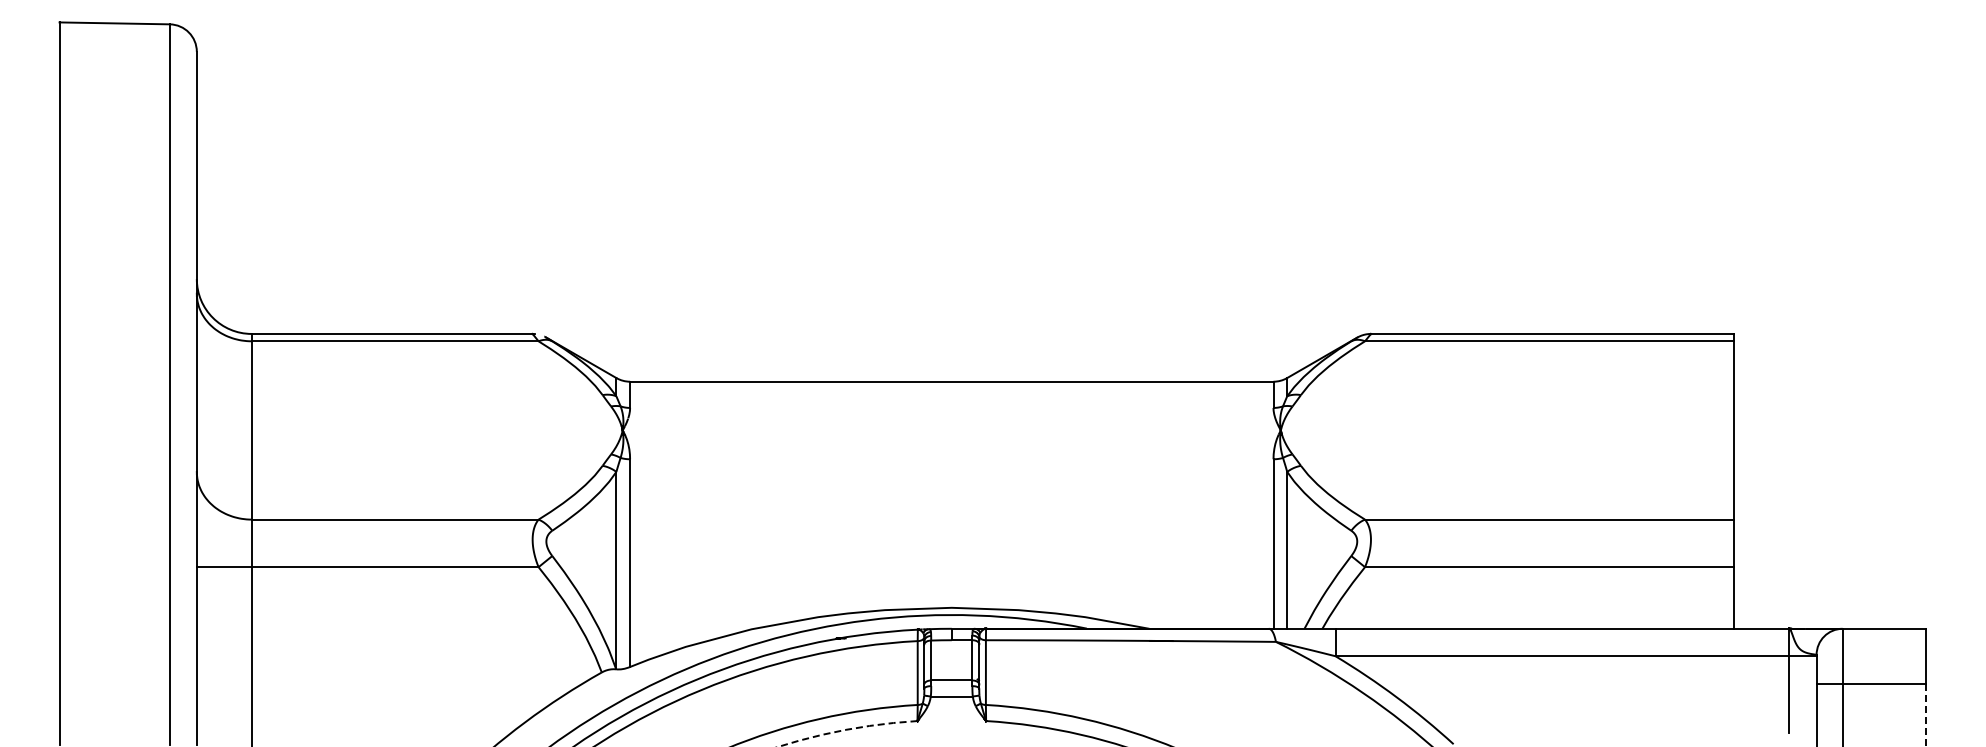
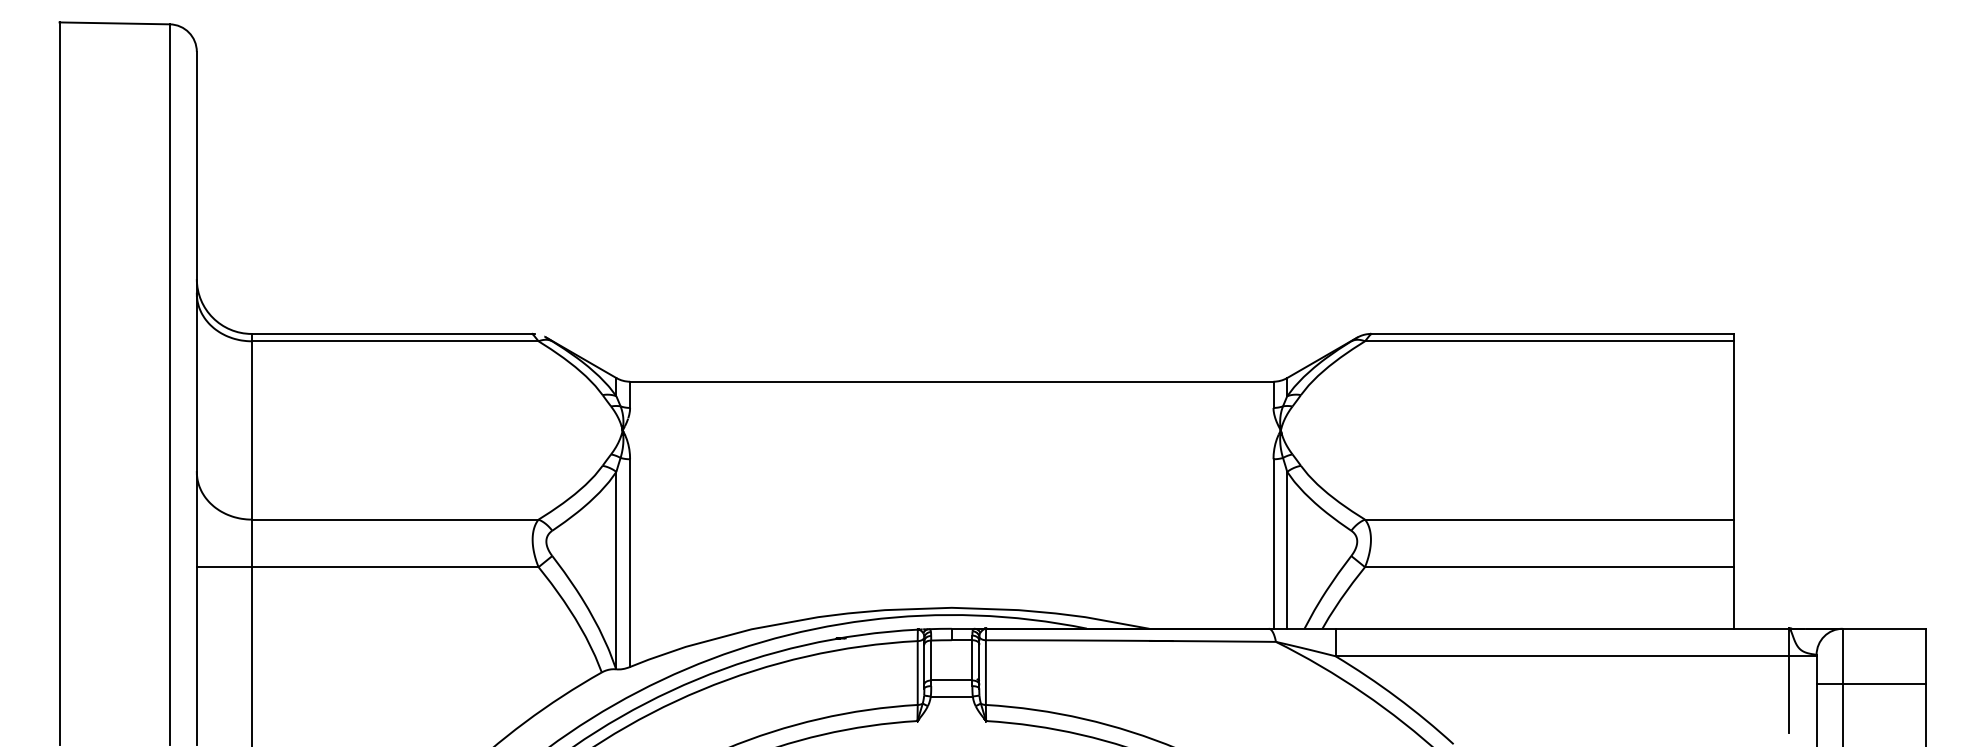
line at (1926, 715): dashed -> solid
arc at (847, 729): dashed -> solid
